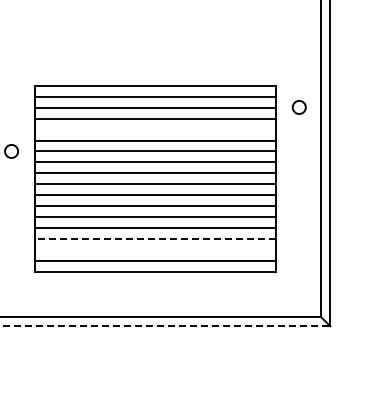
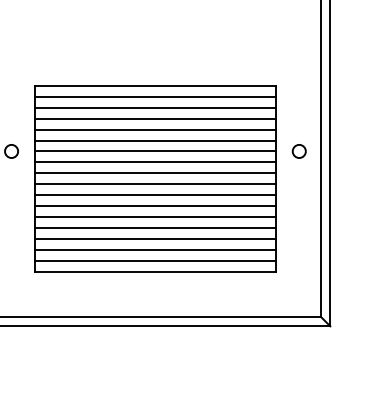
circle at (298, 107) position: (298, 107) -> (298, 151)
line at (155, 129): none -> present
line at (154, 238): dashed -> solid
line at (155, 249): none -> present
line at (165, 326): dashed -> solid
